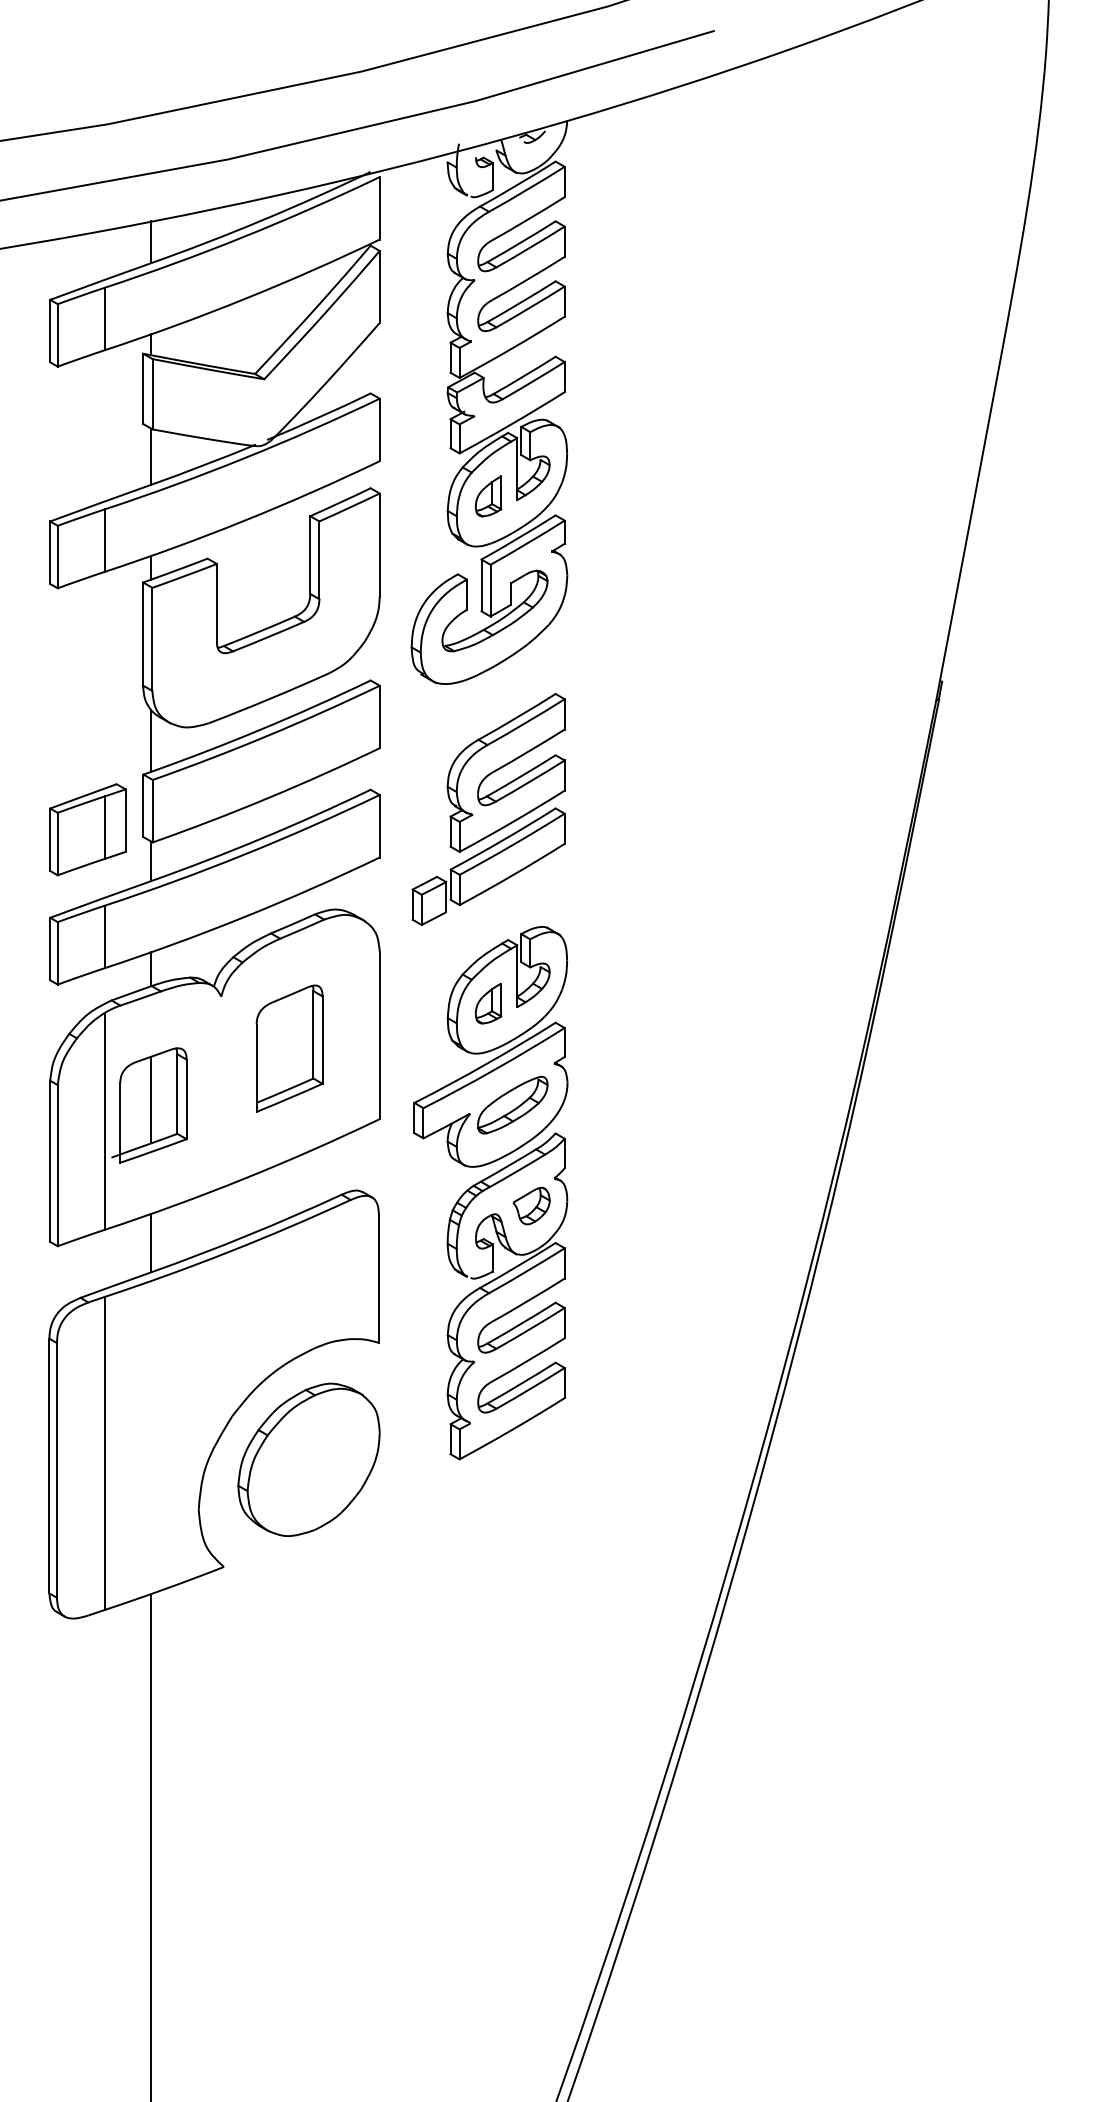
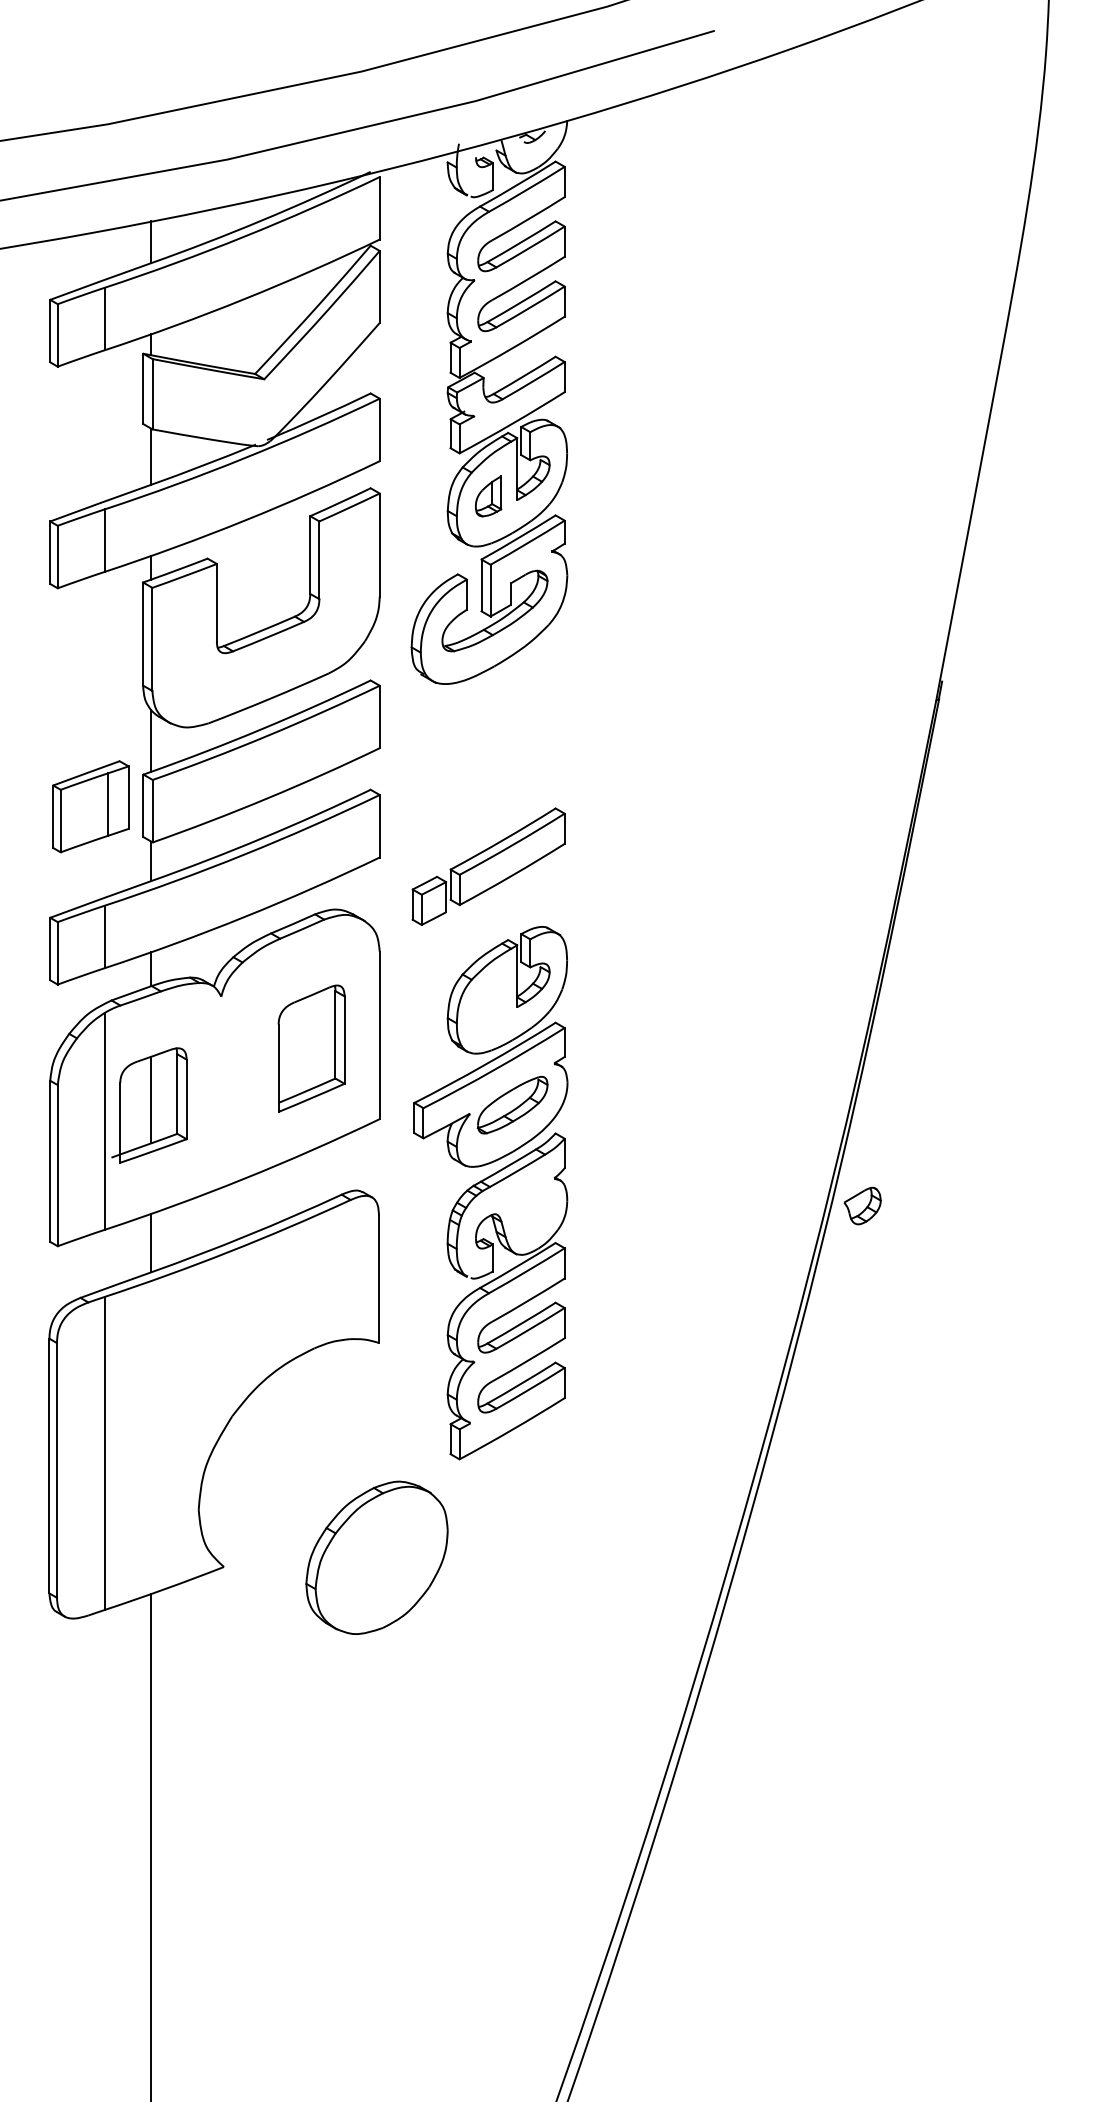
part at (505, 772): present -> none
part at (87, 829) position: (87, 829) -> (90, 806)
part at (488, 1003): present -> none
part at (289, 1048) position: (289, 1048) -> (311, 1048)
part at (531, 1205) position: (531, 1205) -> (862, 1205)
part at (308, 1459) position: (308, 1459) -> (376, 1557)
